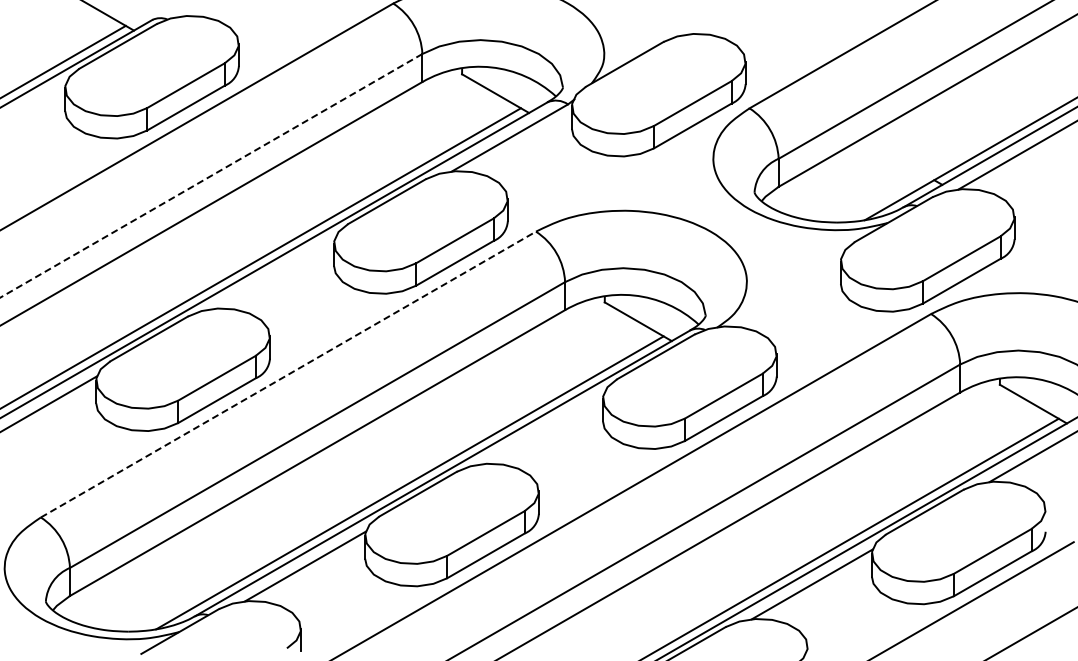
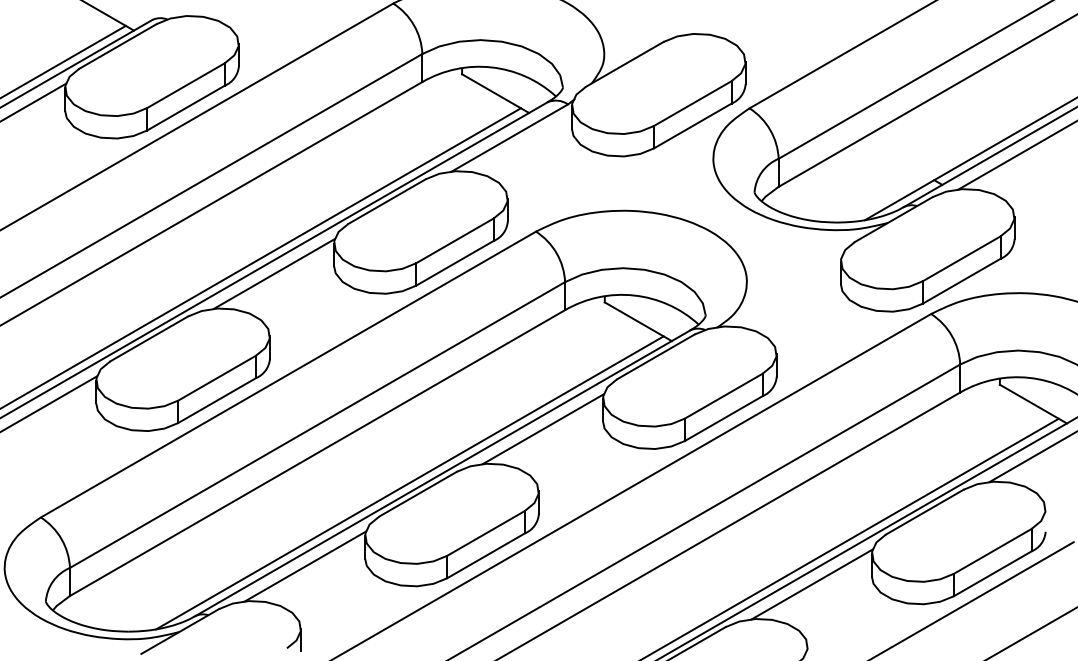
line at (33, 101): none -> present
line at (211, 175): dashed -> solid
line at (273, 273): none -> present
line at (288, 374): dashed -> solid
line at (542, 429): none -> present
